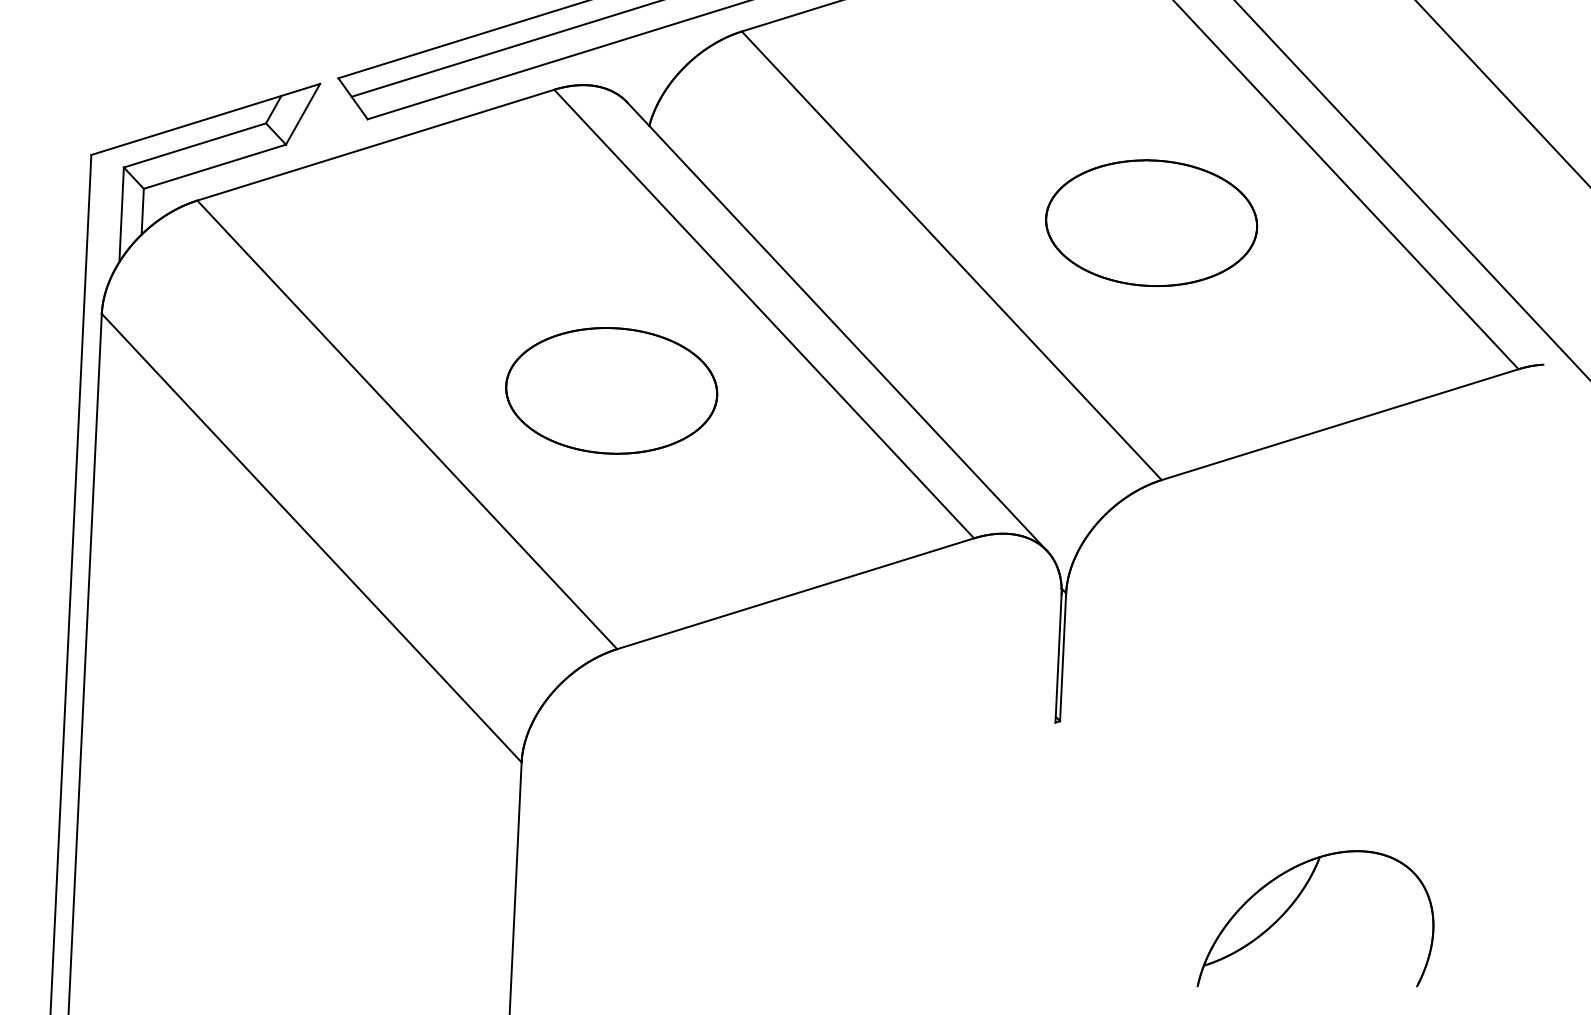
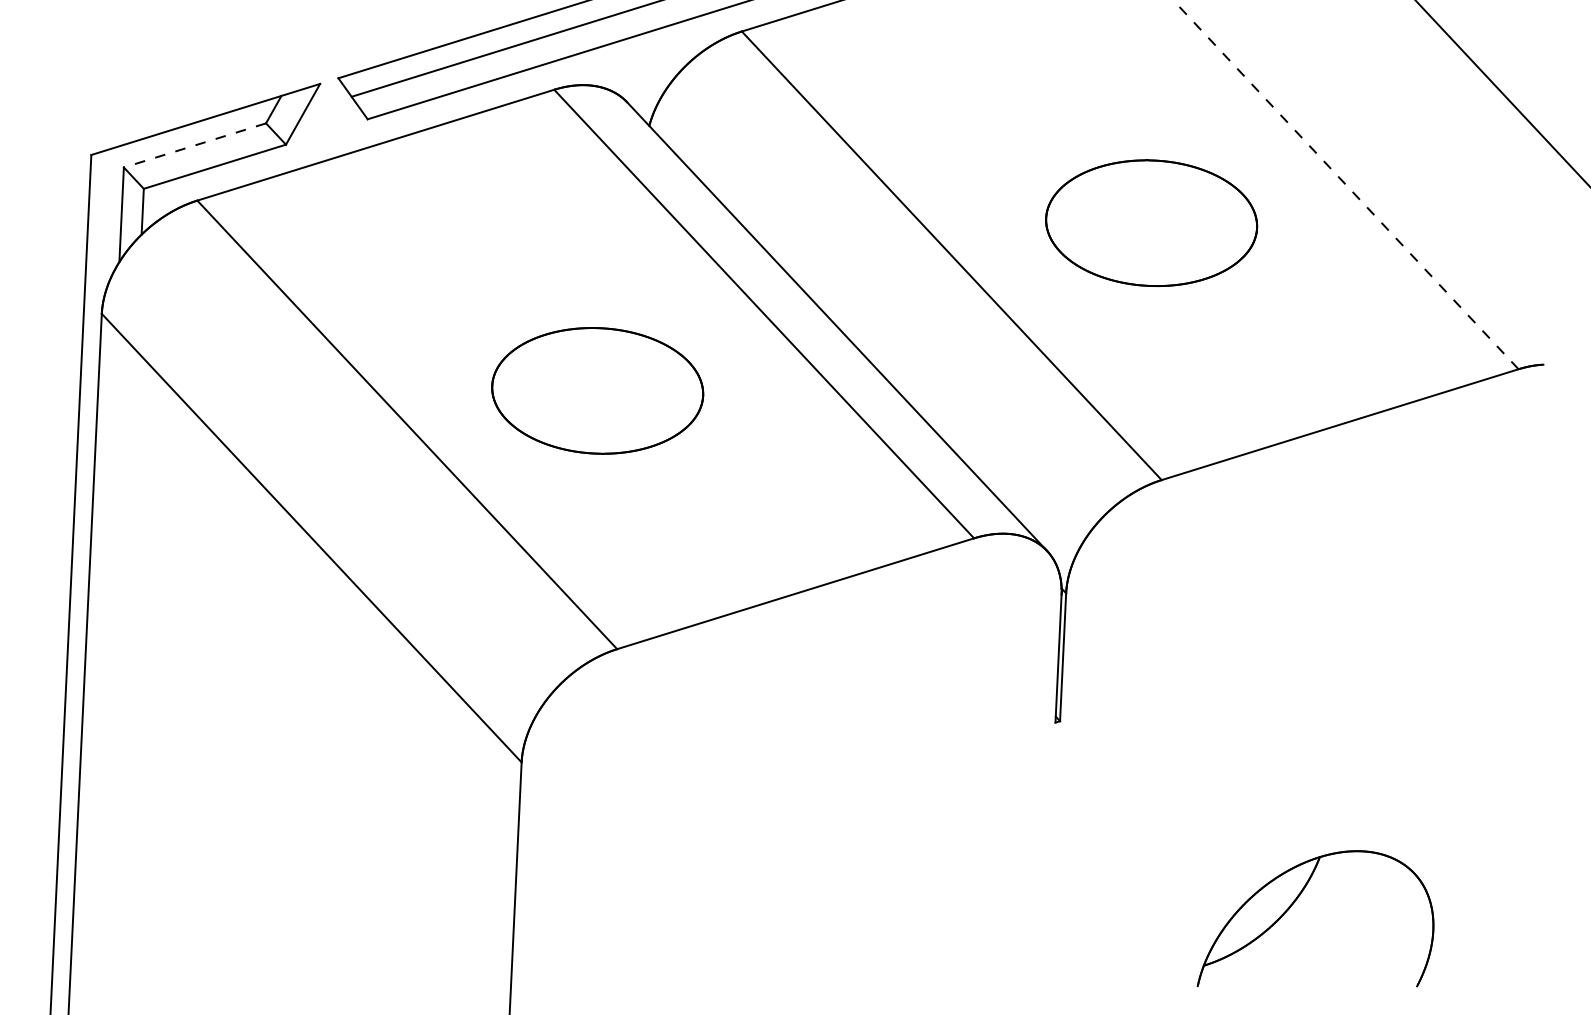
line at (194, 145): solid -> dashed
line at (1345, 184): solid -> dashed
line at (1411, 189): present -> none
part at (611, 390) position: (611, 390) -> (597, 390)
